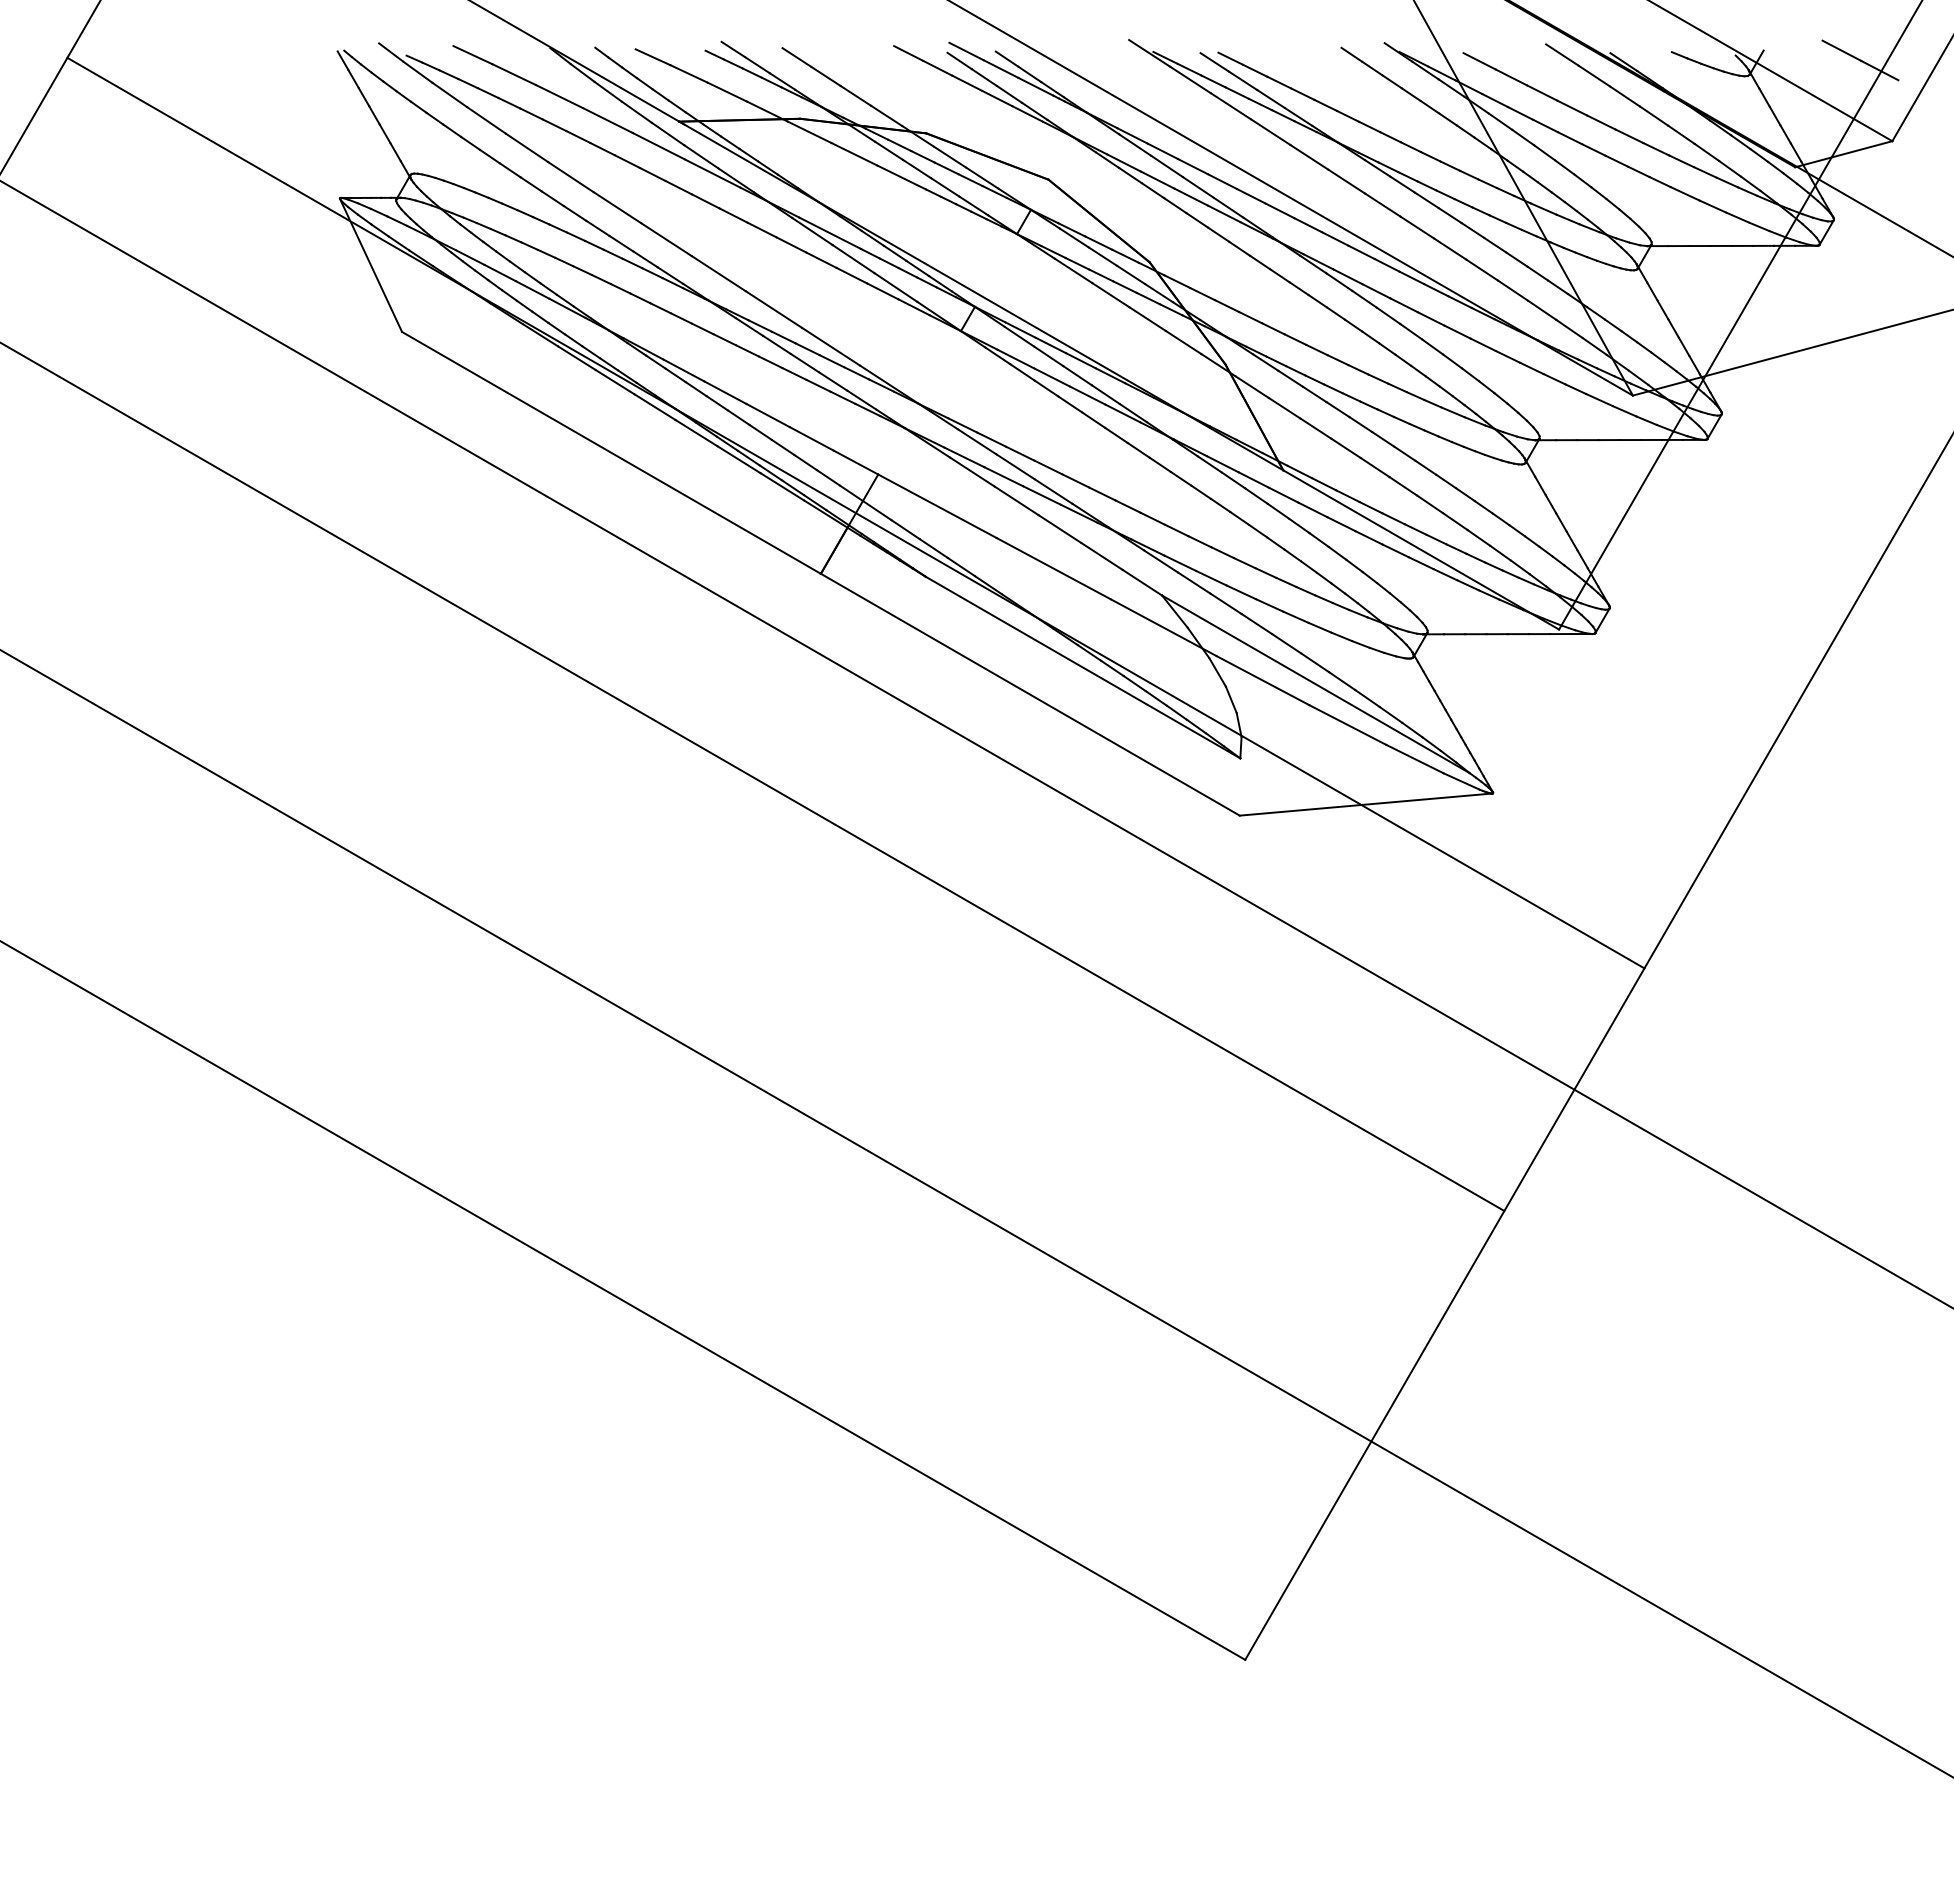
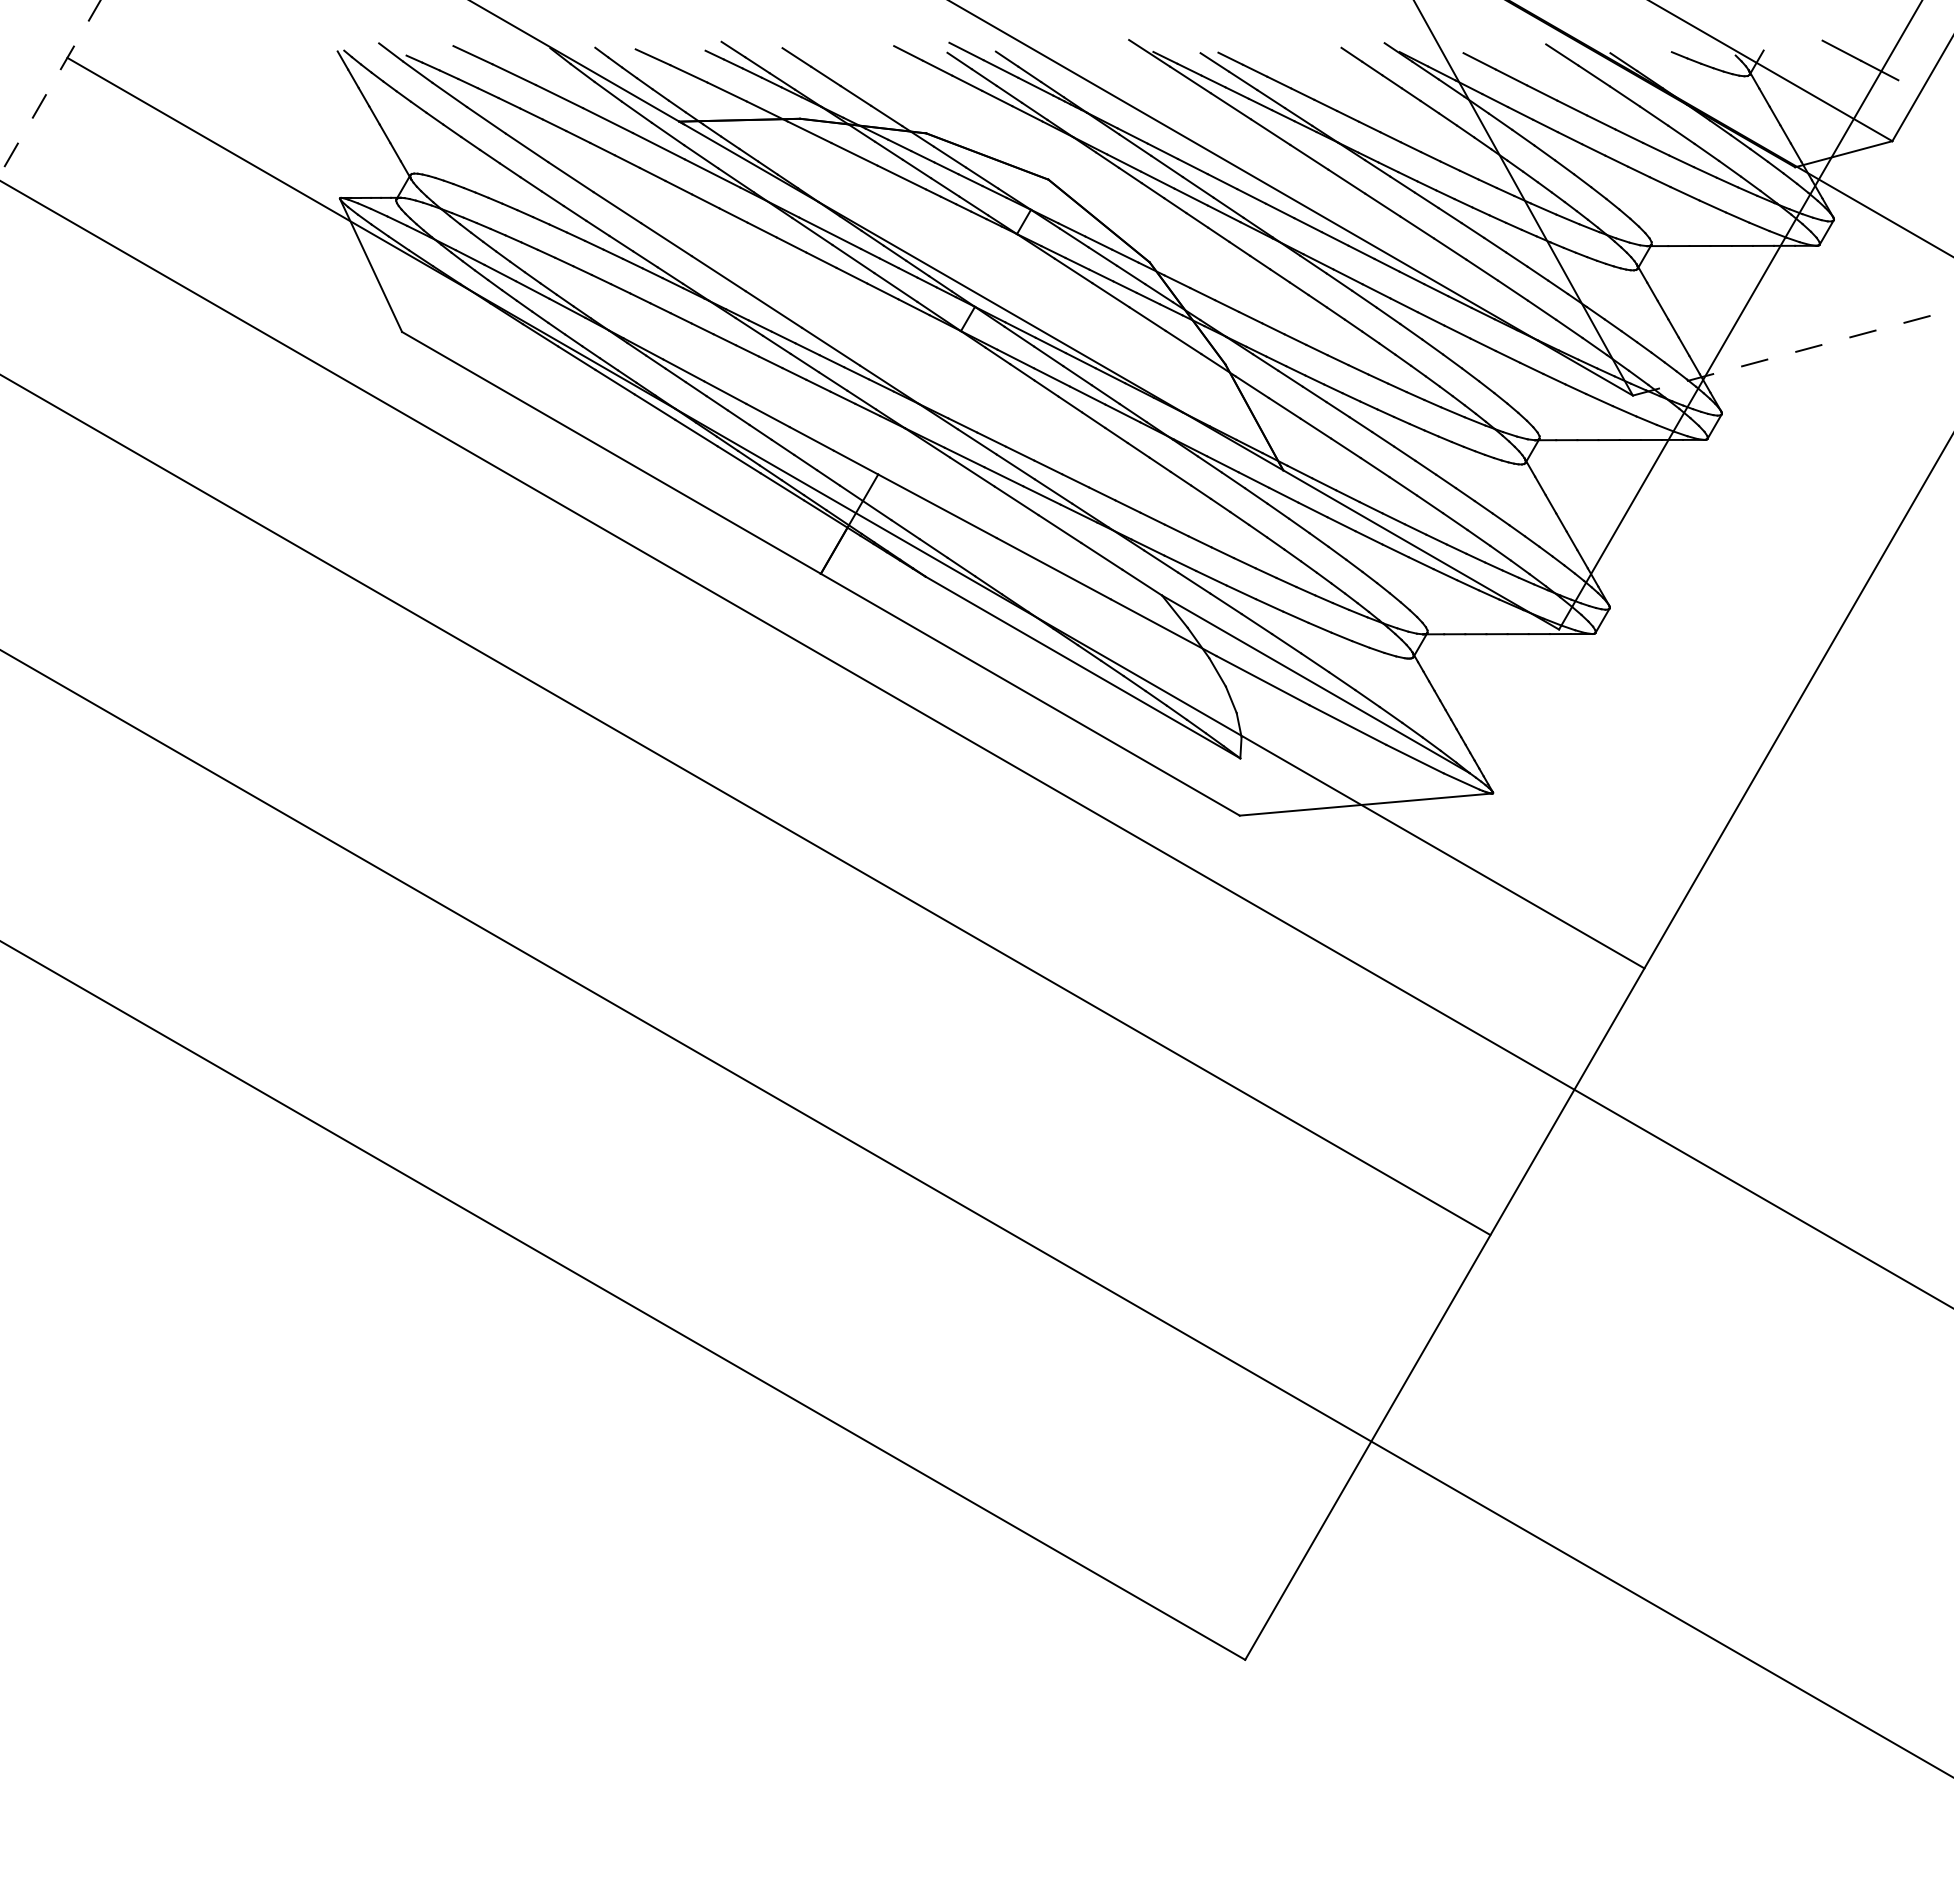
line at (50, 86): solid -> dashed
line at (1793, 352): solid -> dashed
line at (753, 777) position: (753, 777) -> (746, 805)
